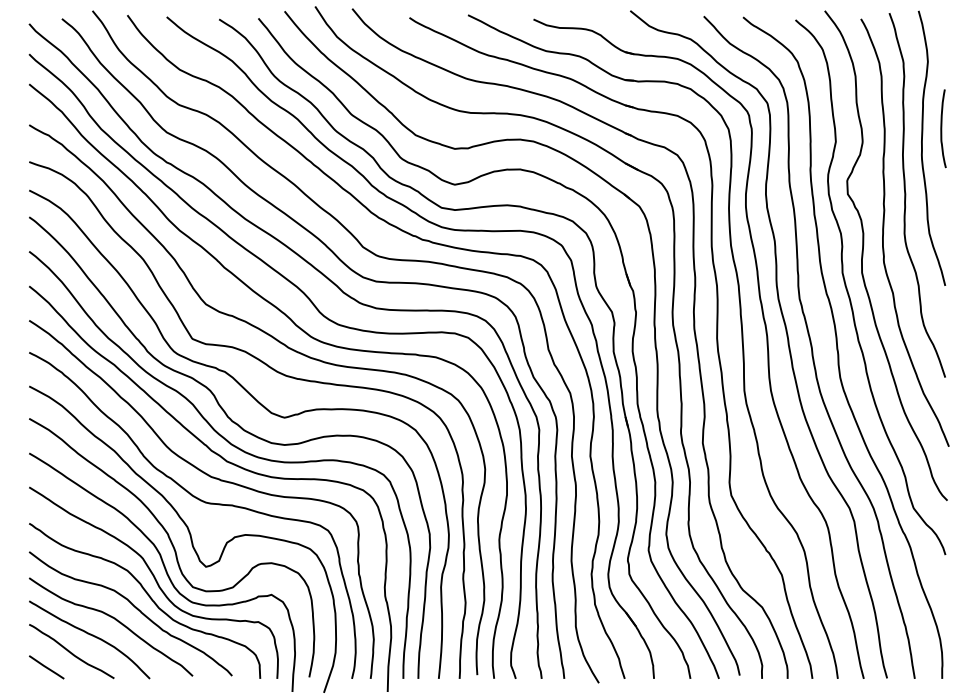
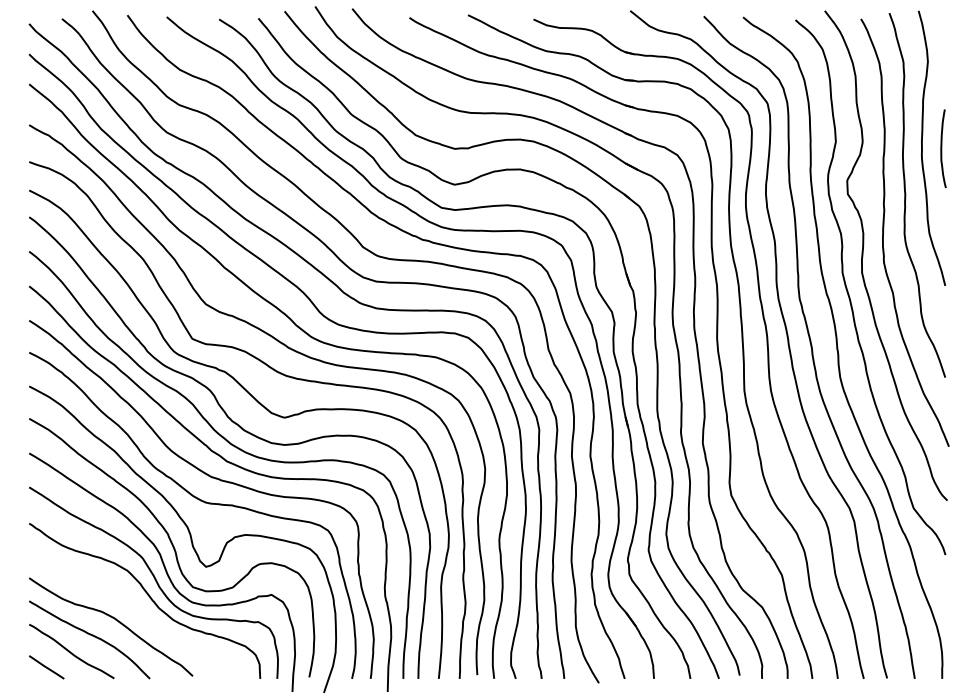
curve at (942, 128) position: (942, 128) -> (942, 148)
curve at (135, 608): present -> none
